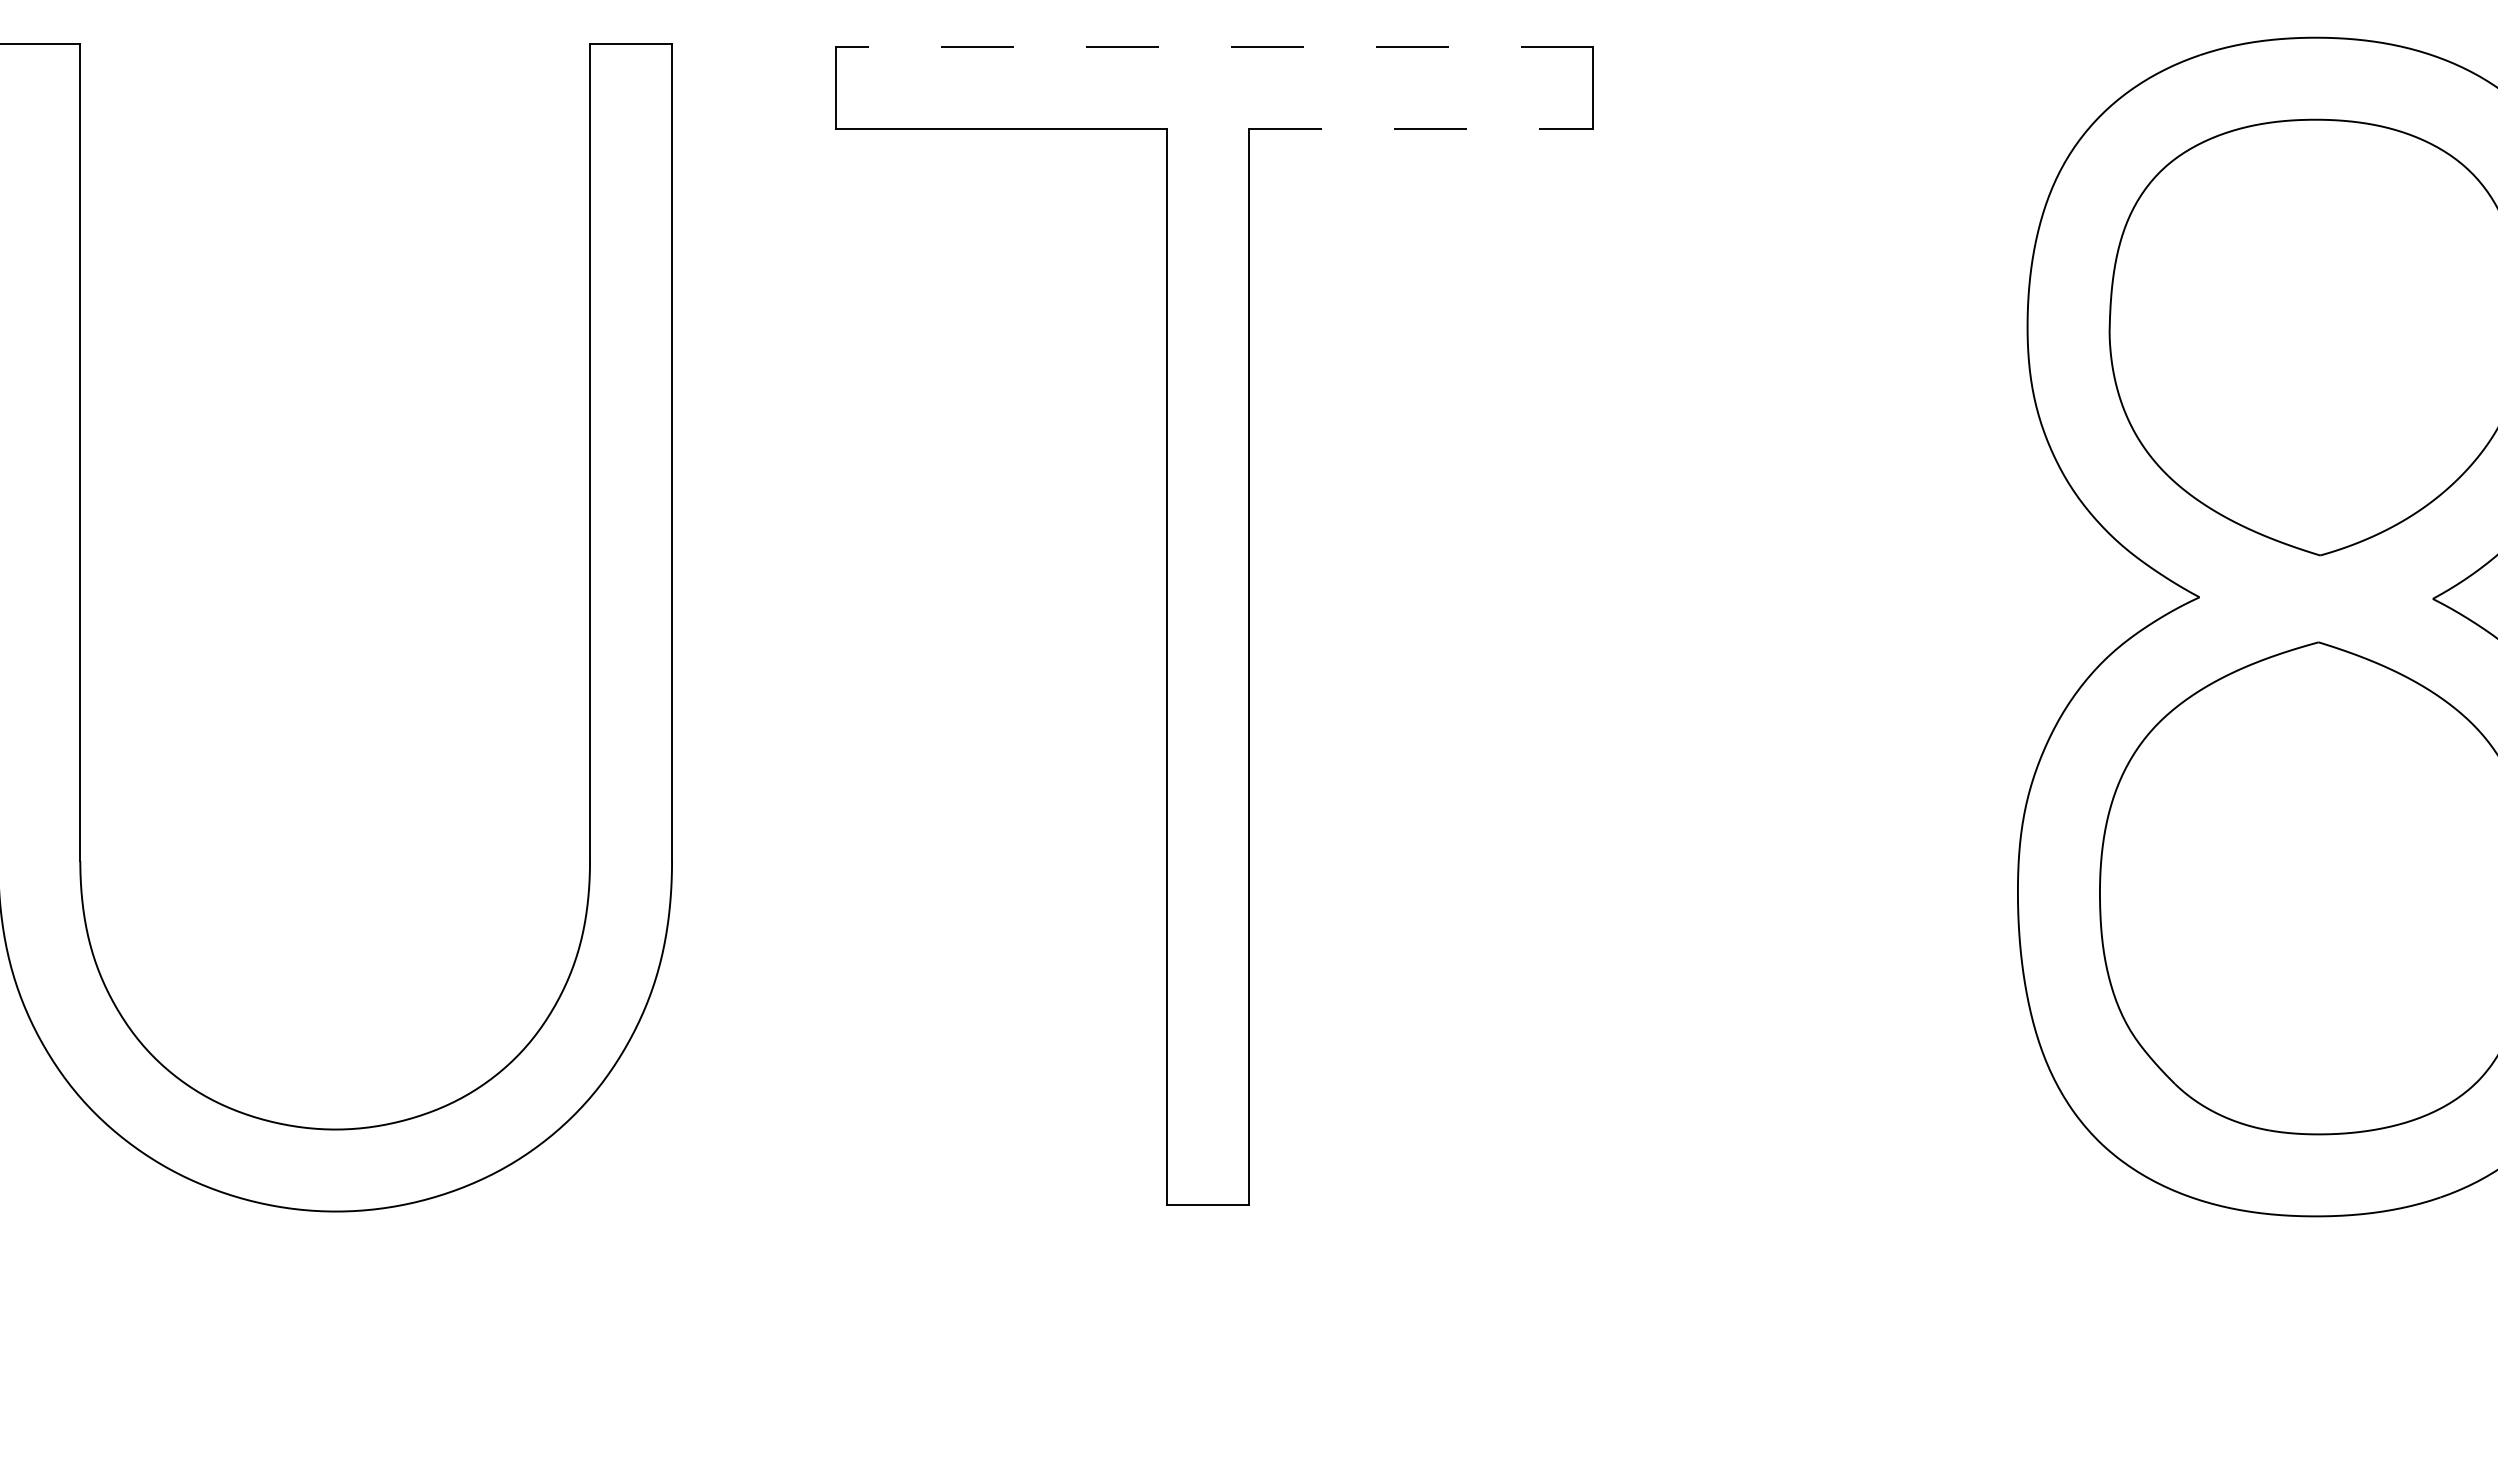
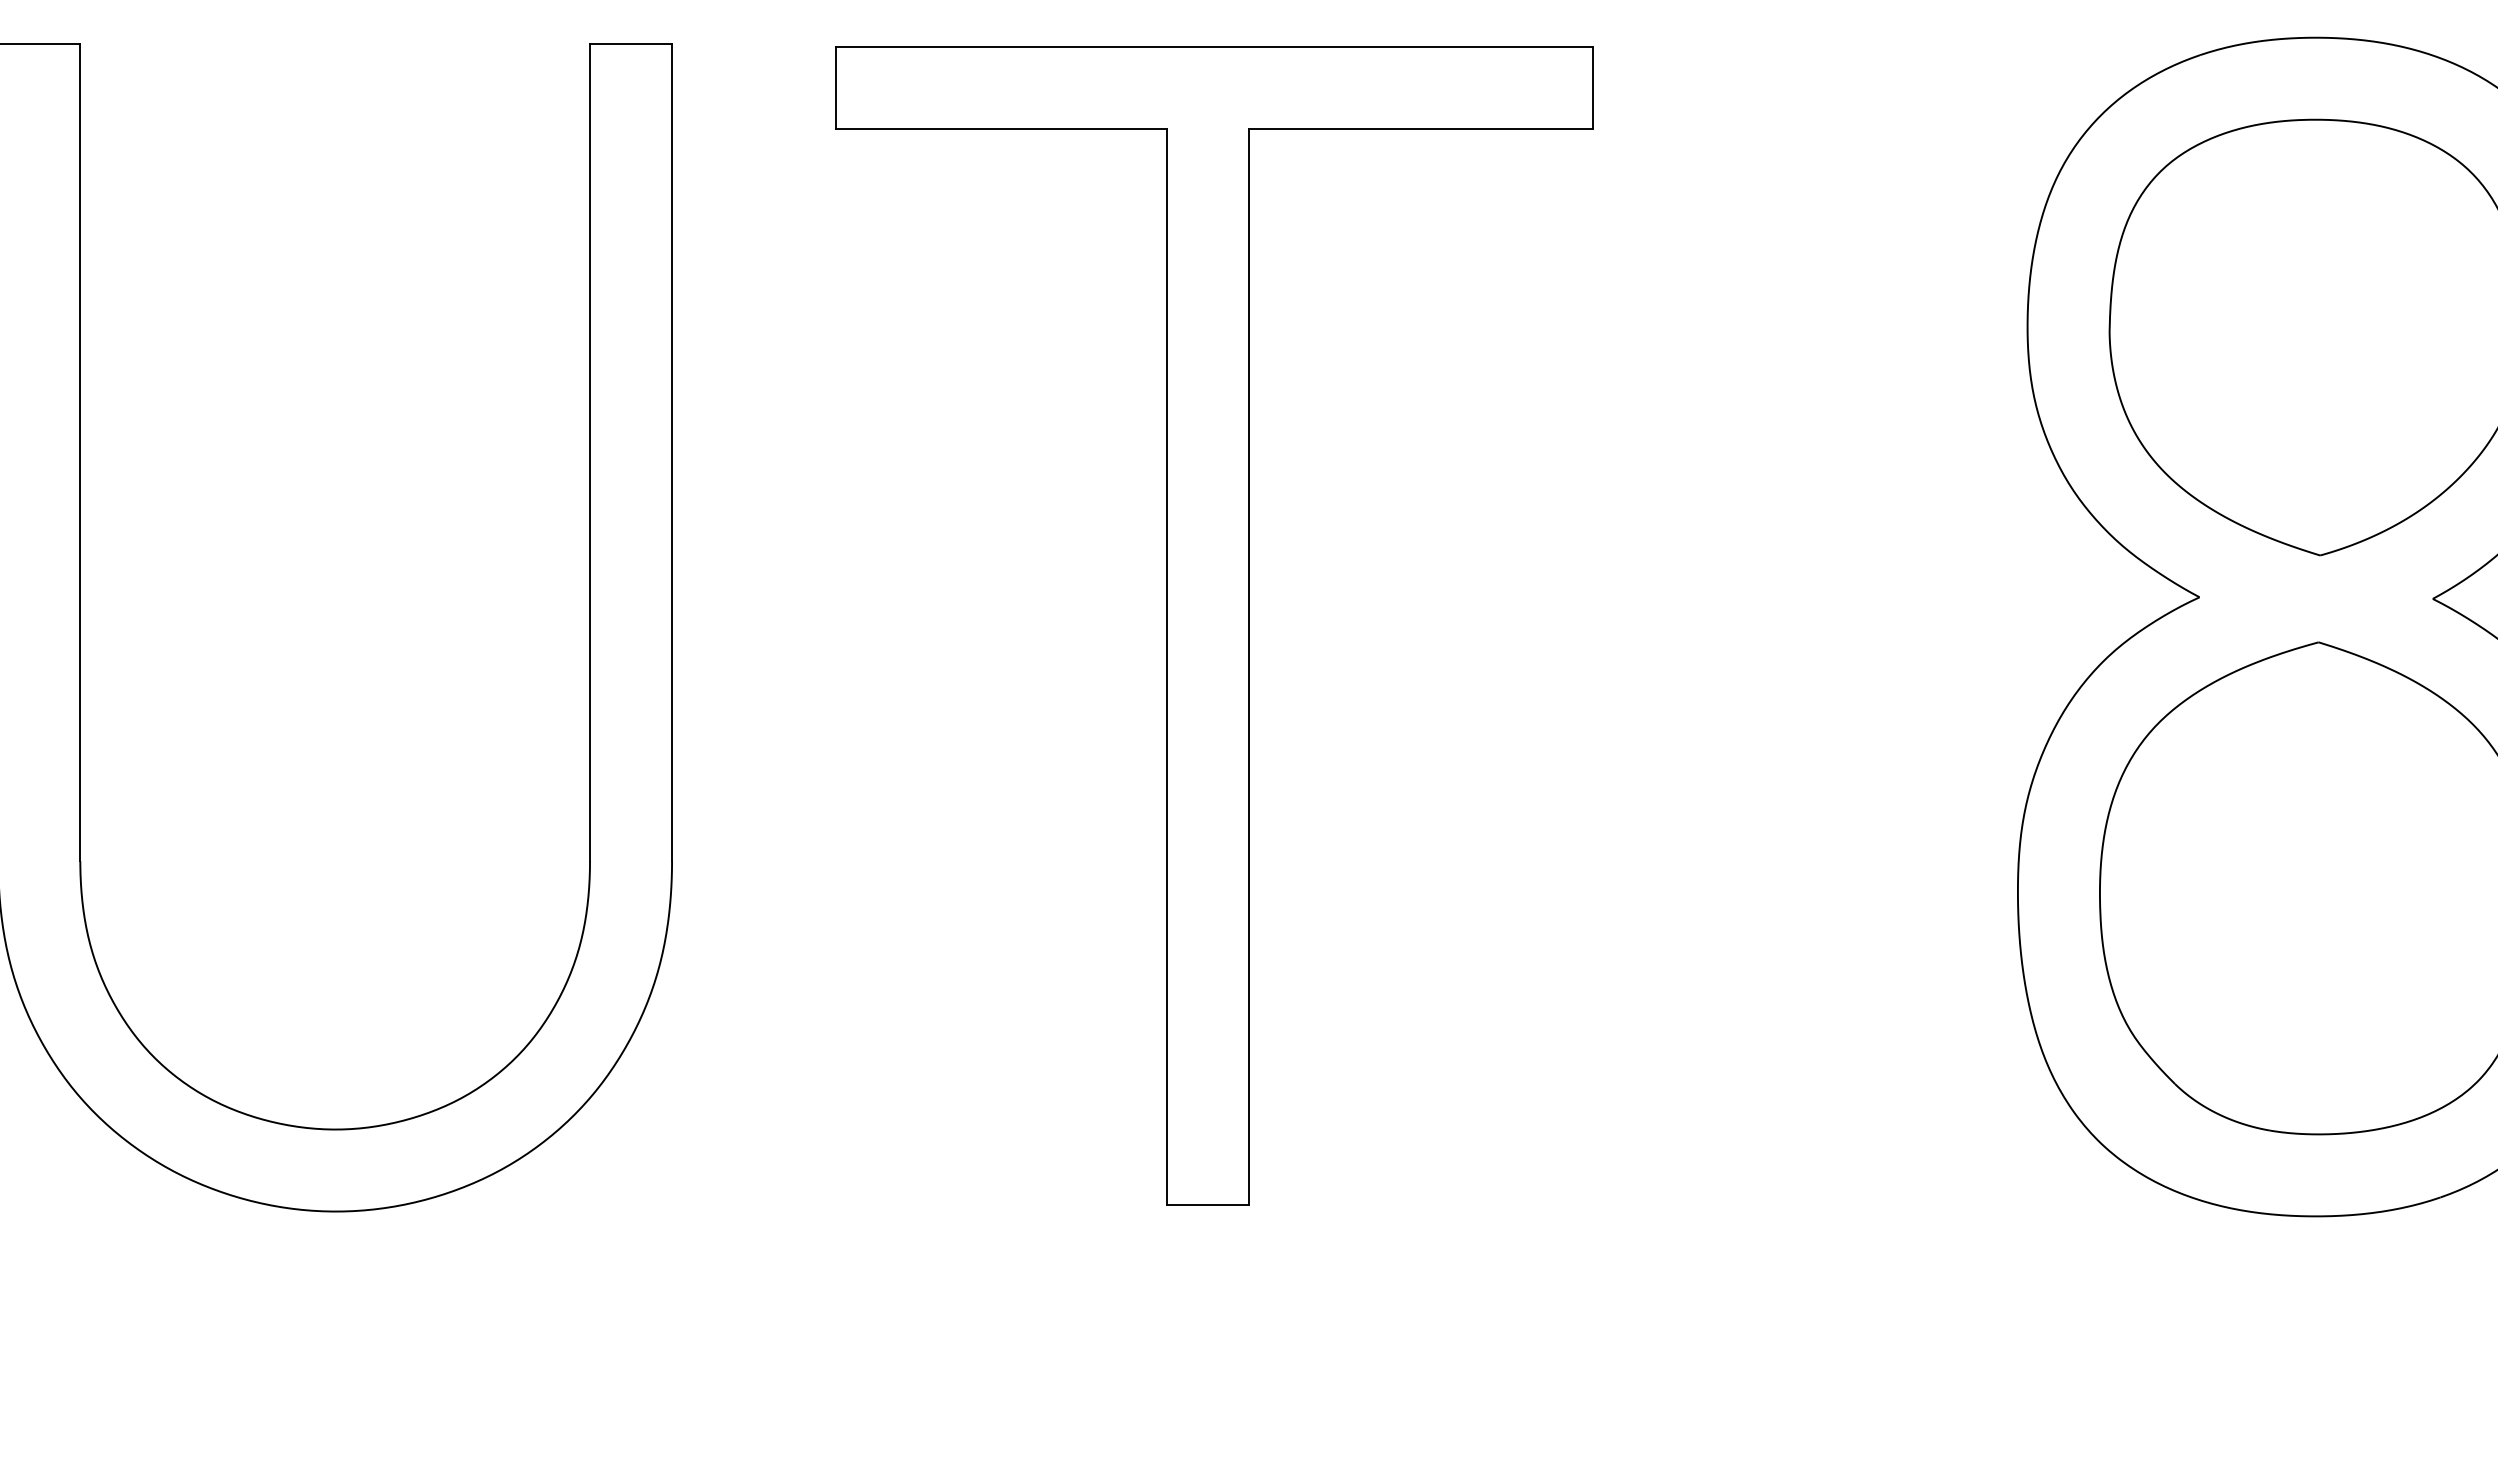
line at (1214, 47): dashed -> solid
line at (1421, 129): dashed -> solid
